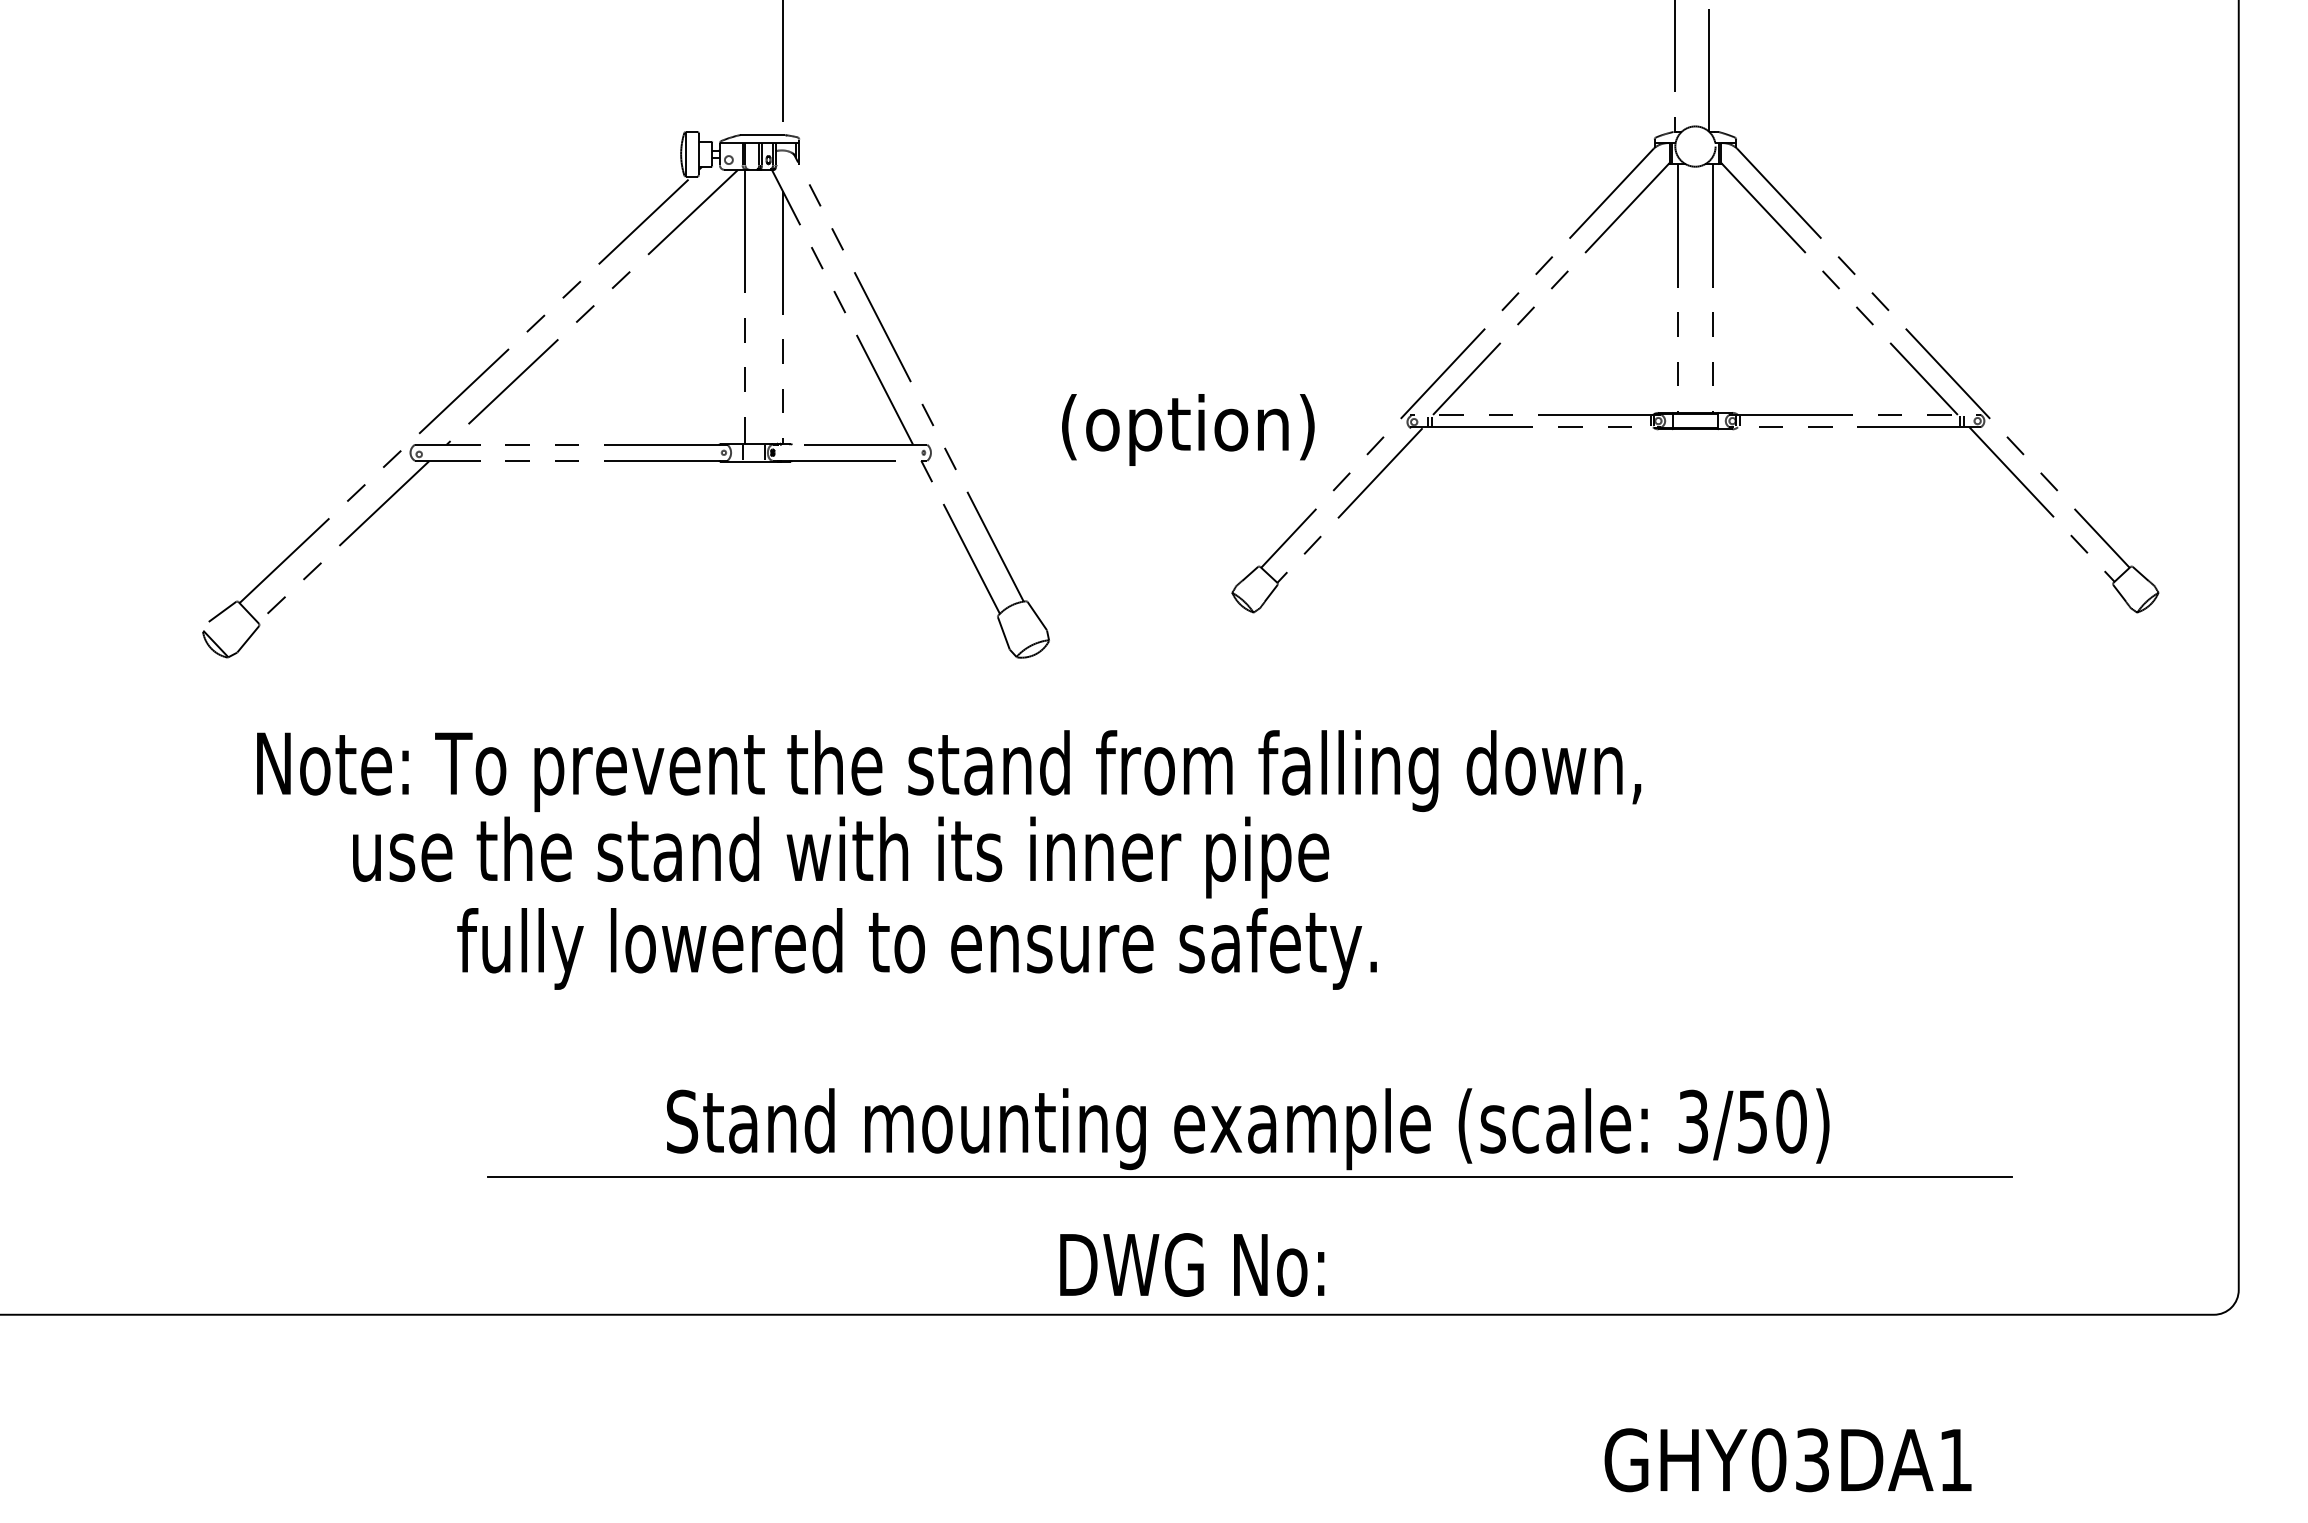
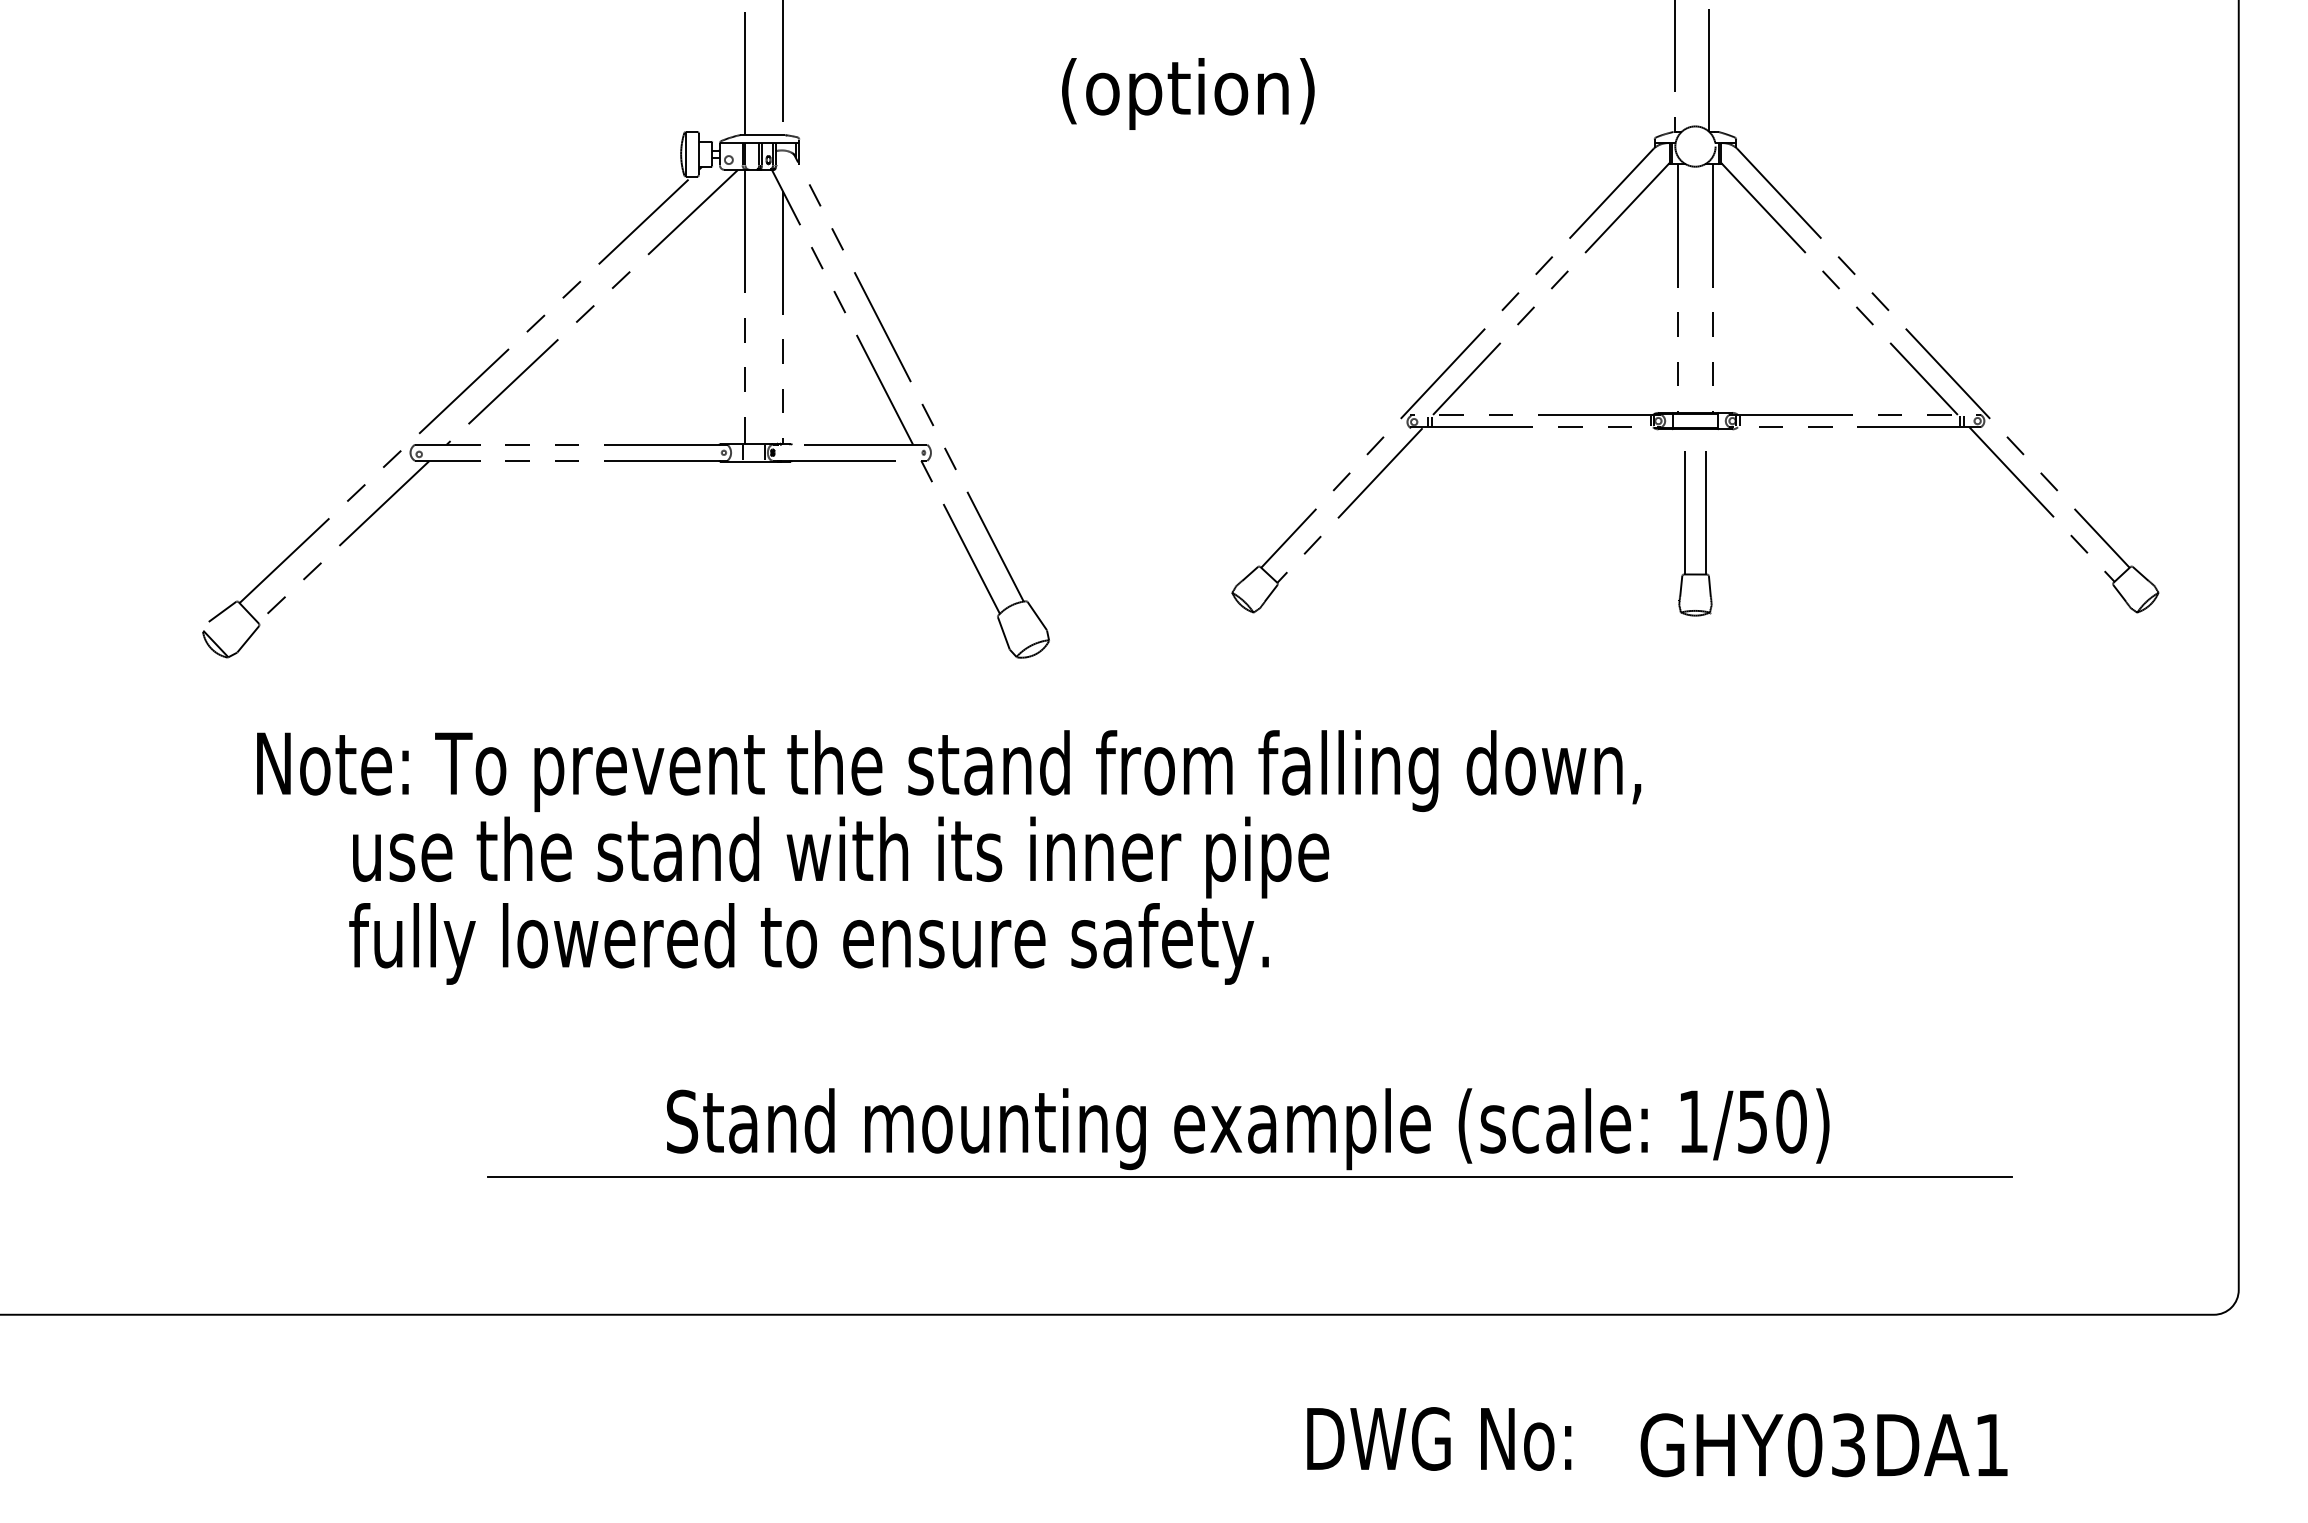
line at (745, 68): none -> present
text at (1188, 429) position: (1188, 429) -> (1188, 93)
part at (1685, 533): none -> present
text at (916, 948) position: (916, 948) -> (808, 943)
text at (1693, 1121): 3/50) -> 1/50)
text at (1192, 1264) position: (1192, 1264) -> (1439, 1438)
text at (1787, 1460) position: (1787, 1460) -> (1823, 1445)
